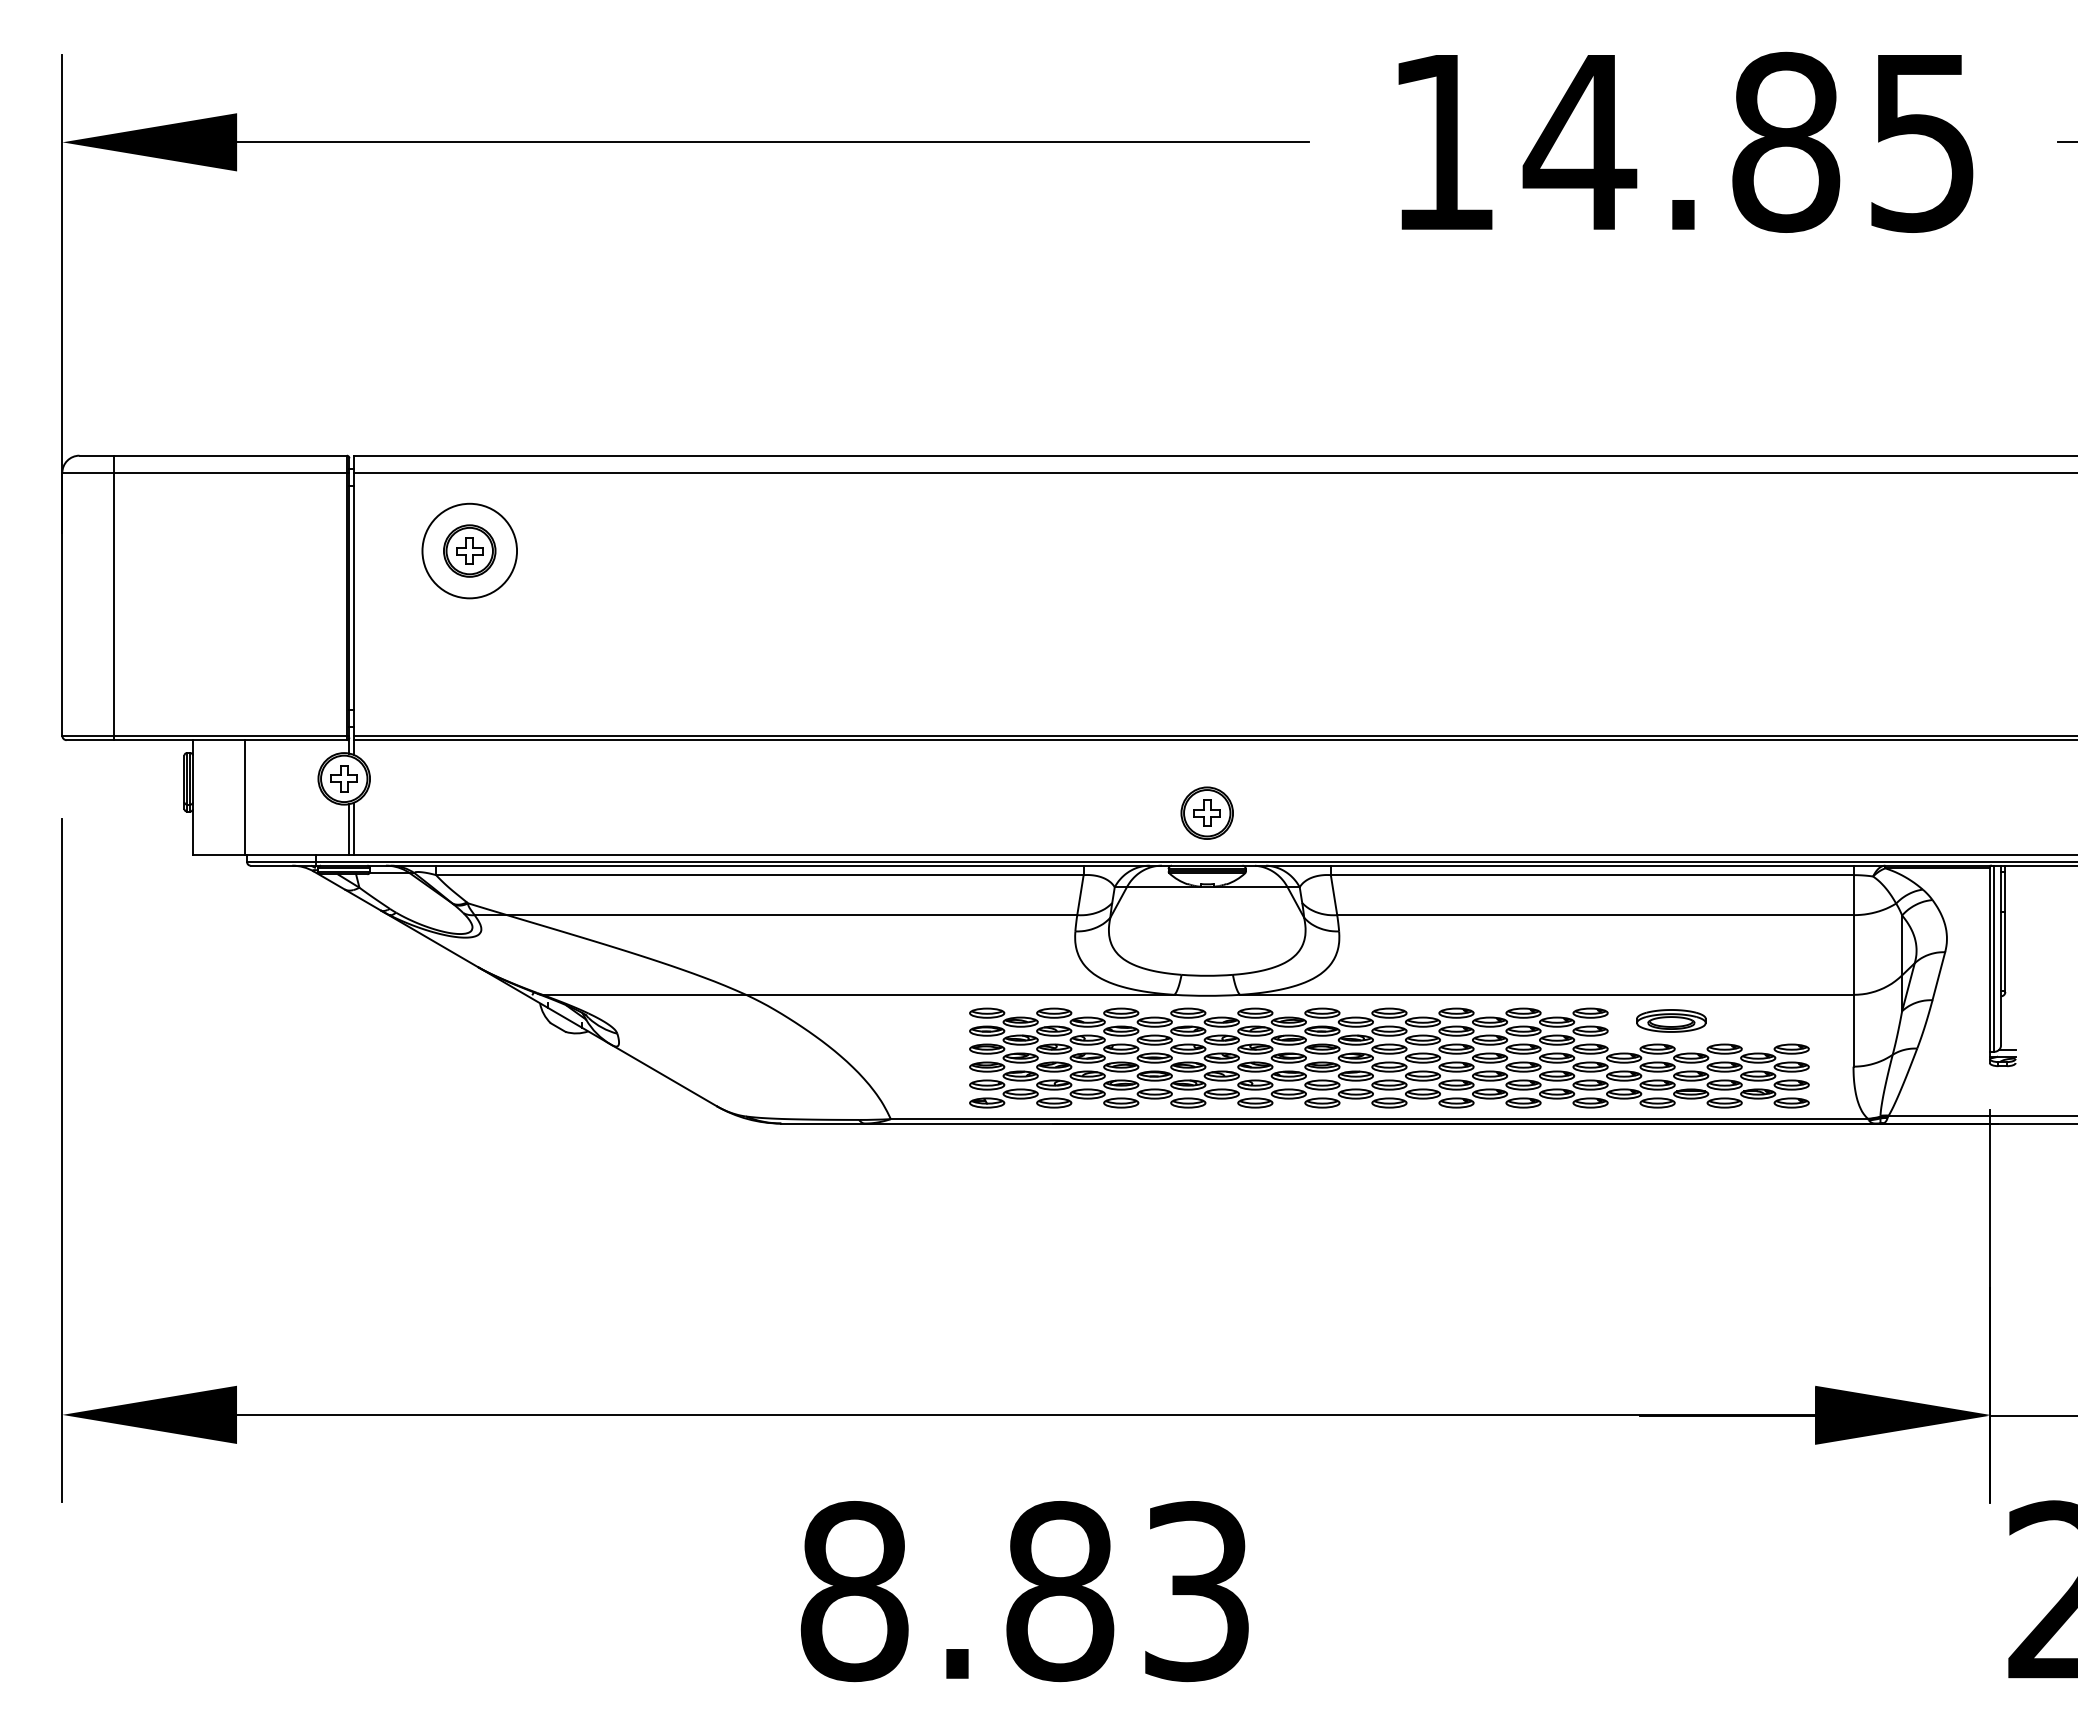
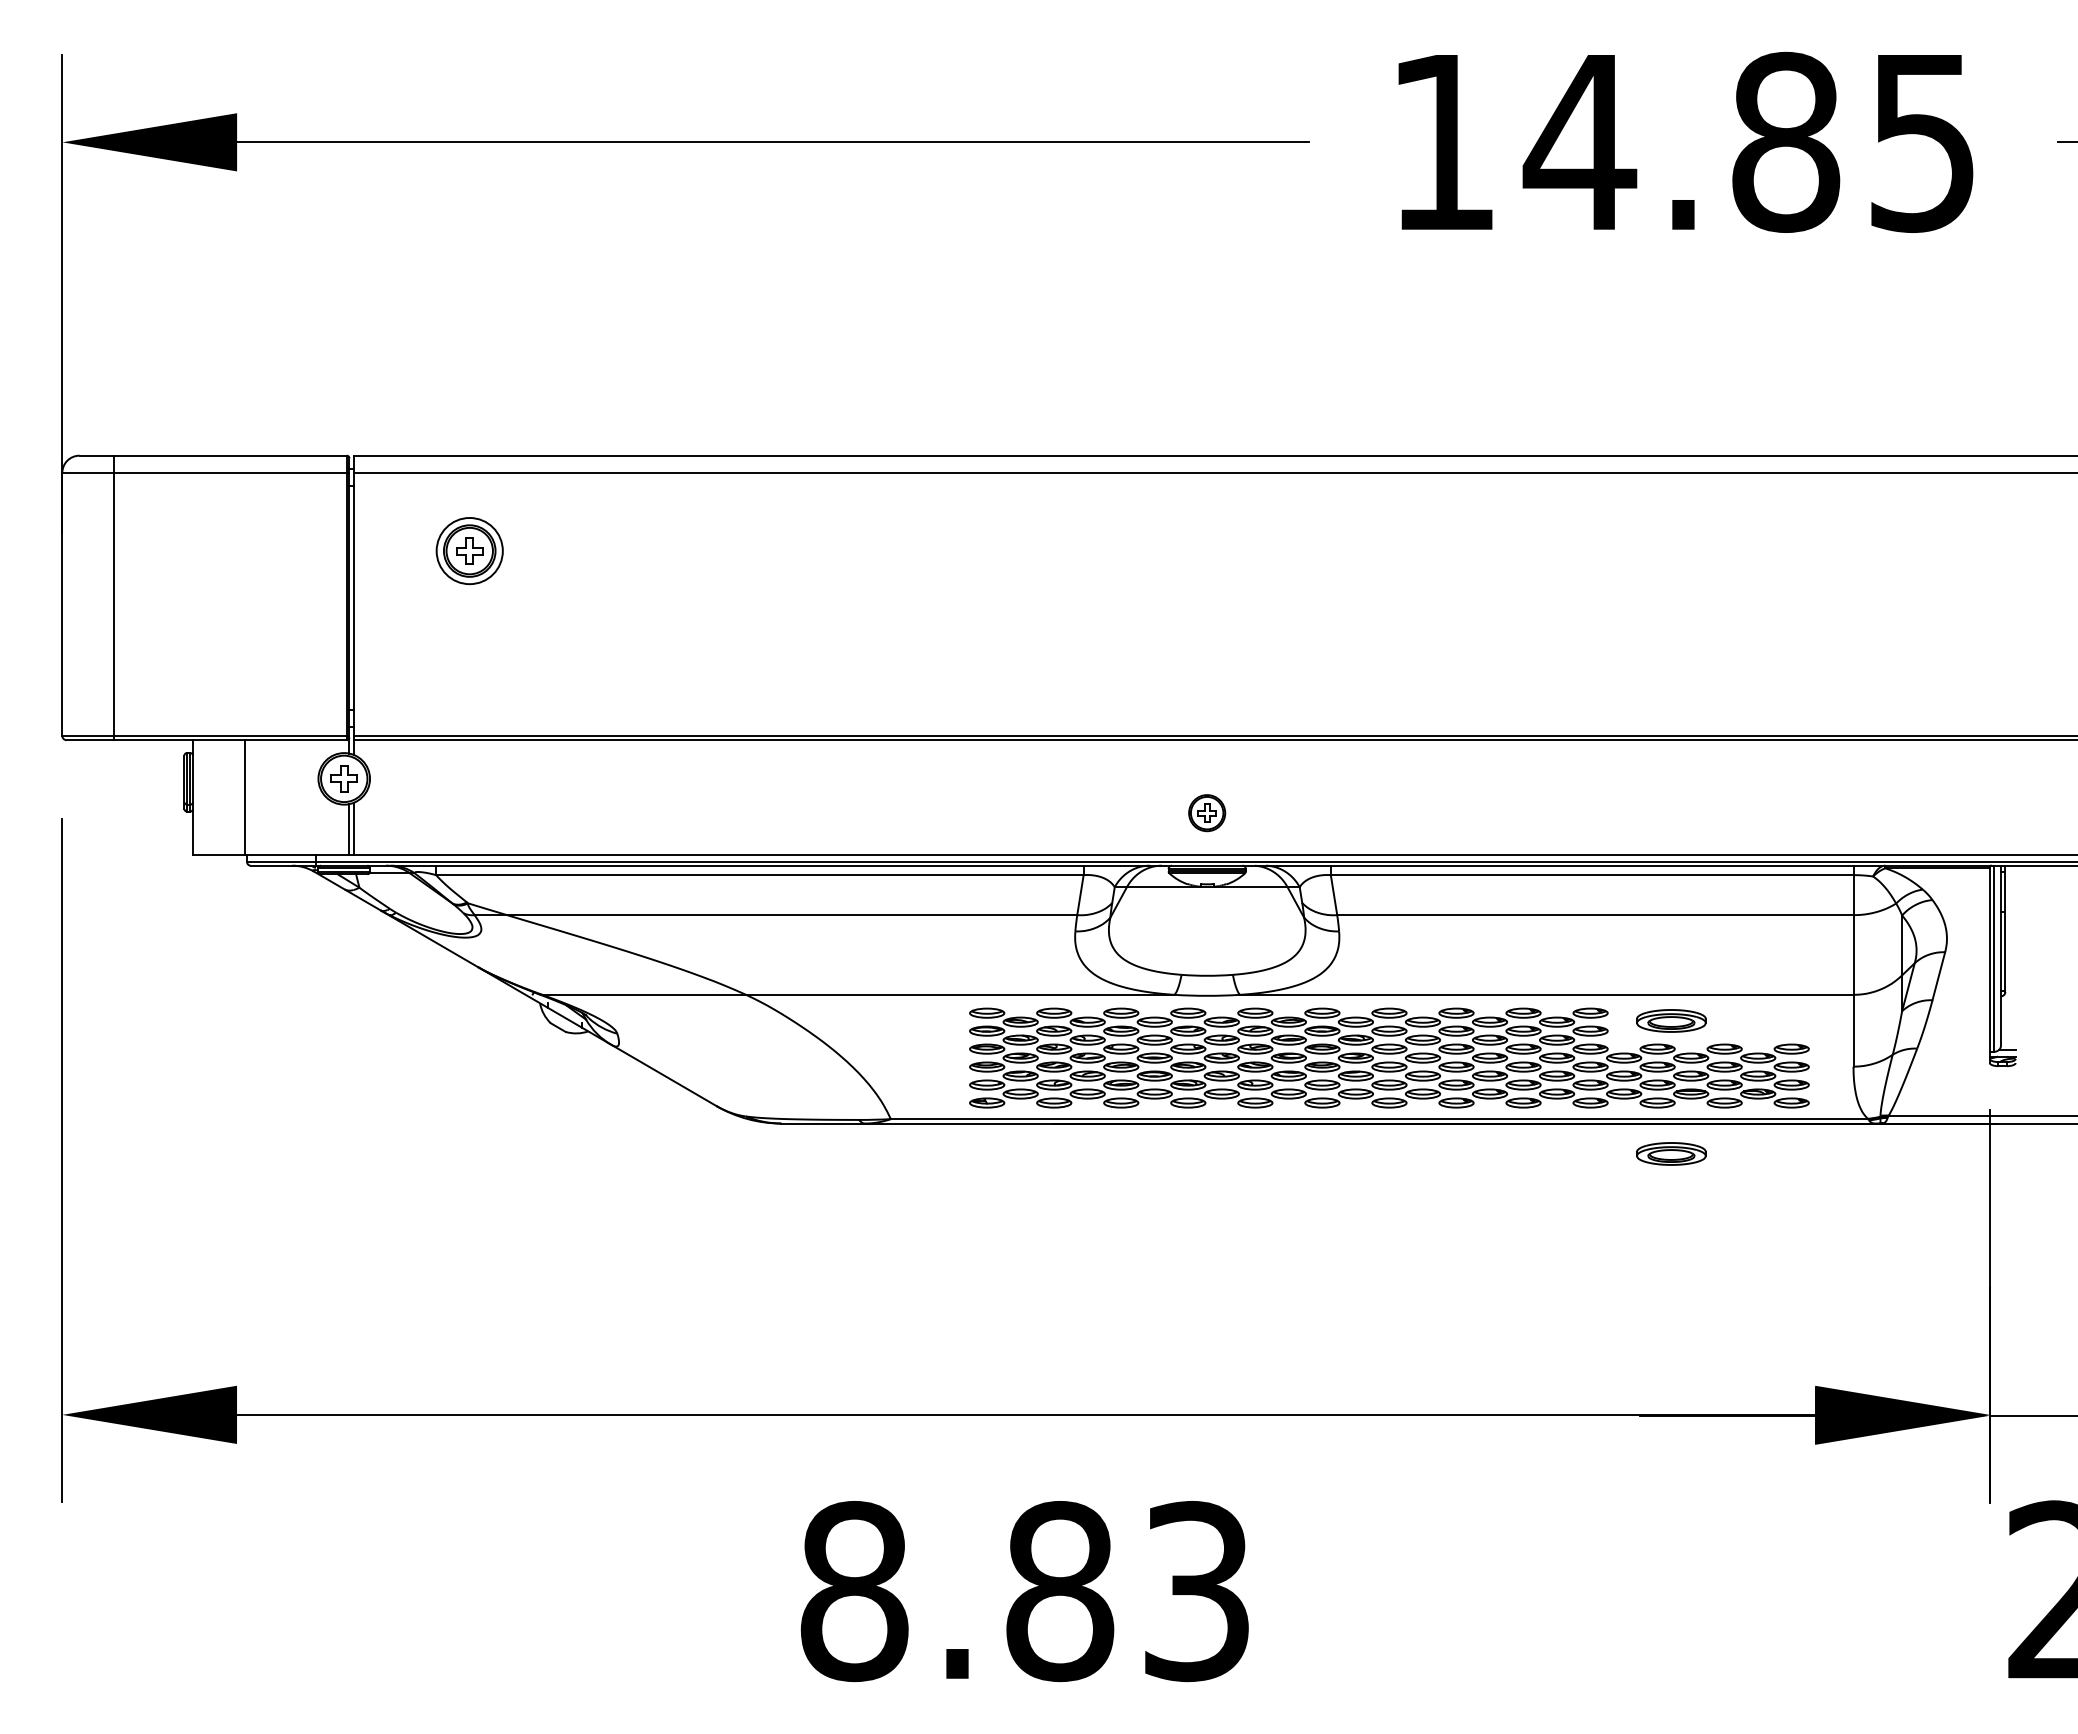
circle at (469, 550) diameter: 95 px -> 66 px
part at (1206, 812) size: 54x54 px -> 39x39 px
part at (1671, 1153): none -> present
